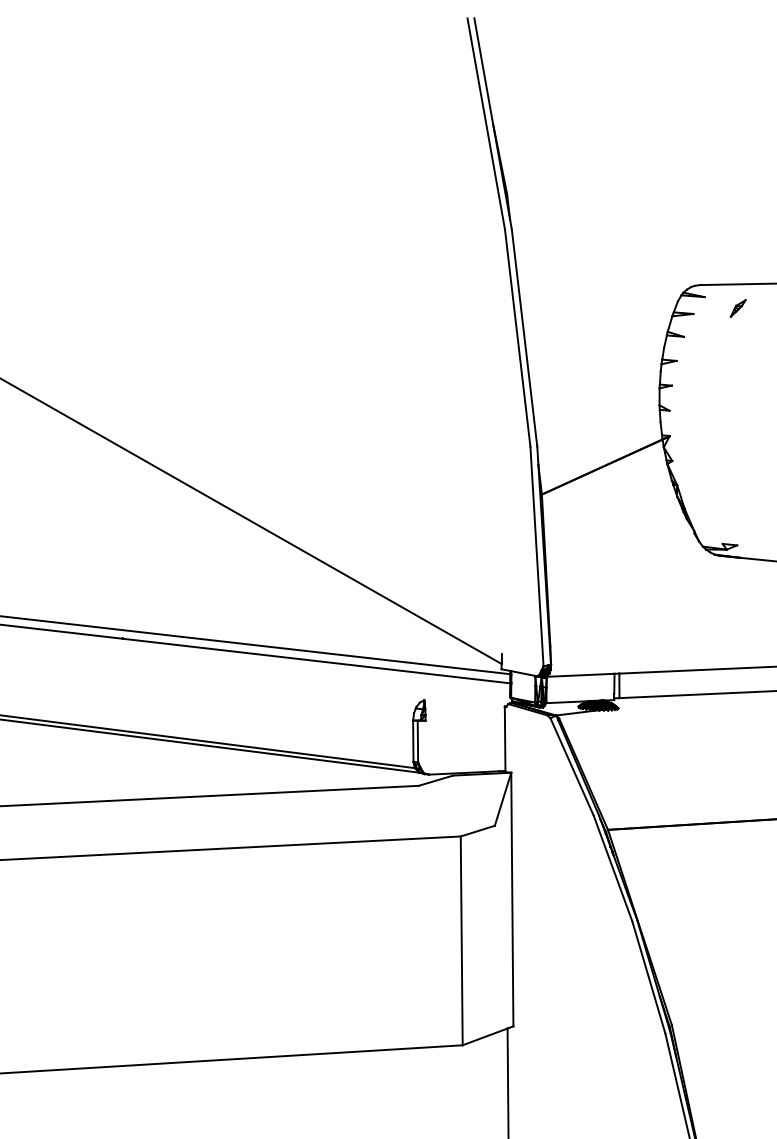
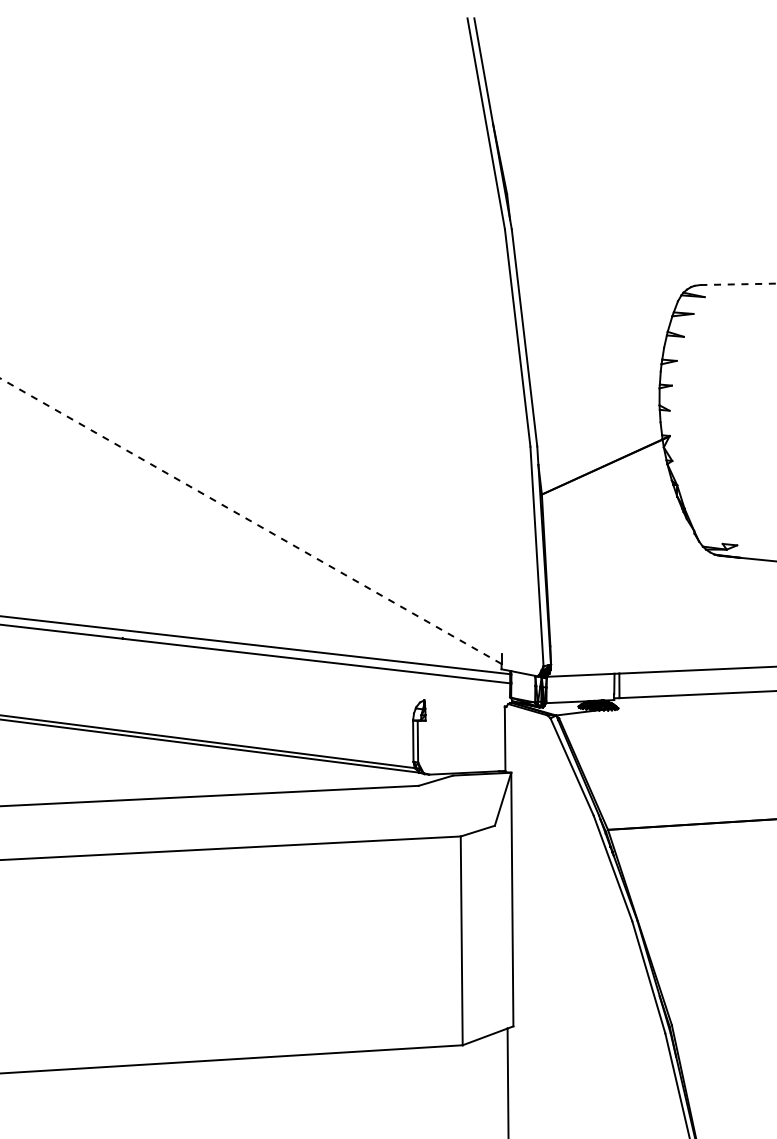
line at (737, 284): solid -> dashed
part at (737, 308): present -> none
line at (250, 521): solid -> dashed
